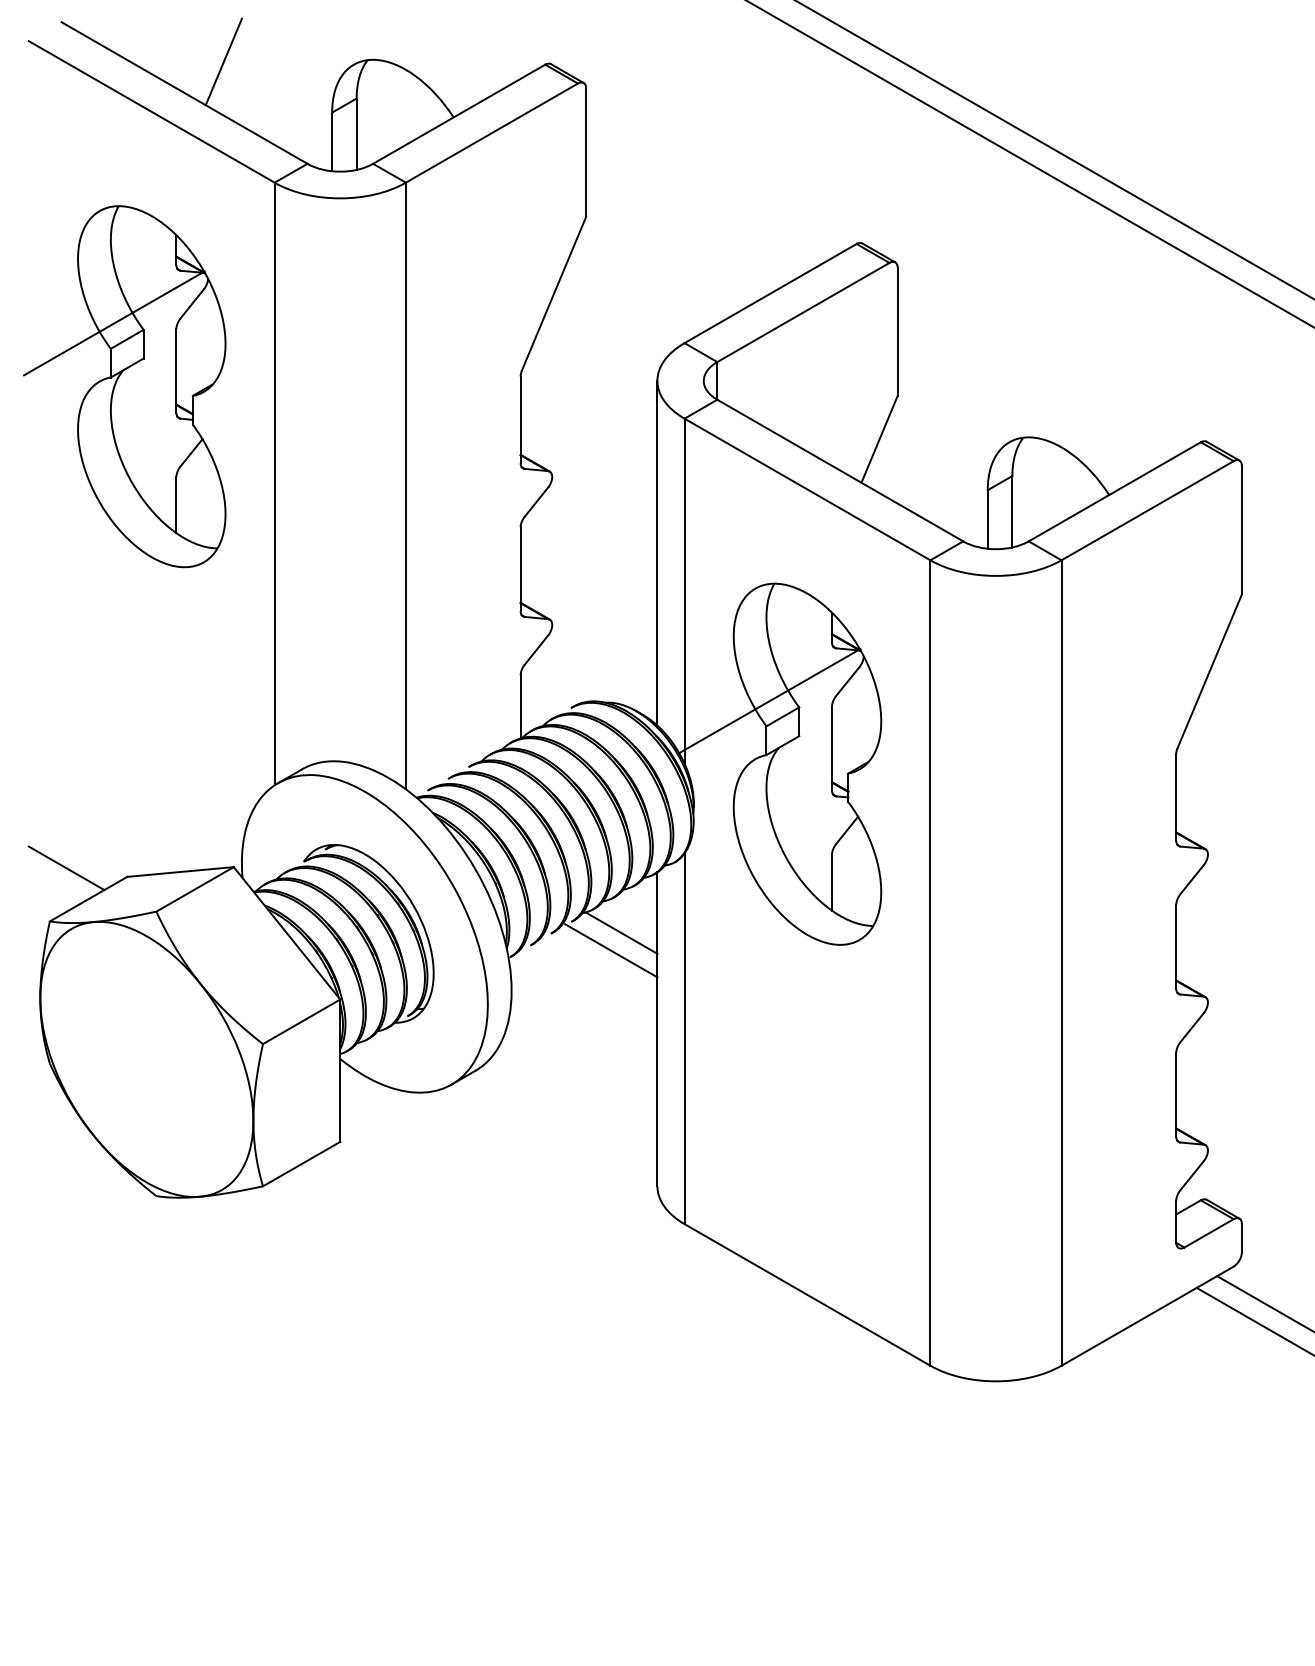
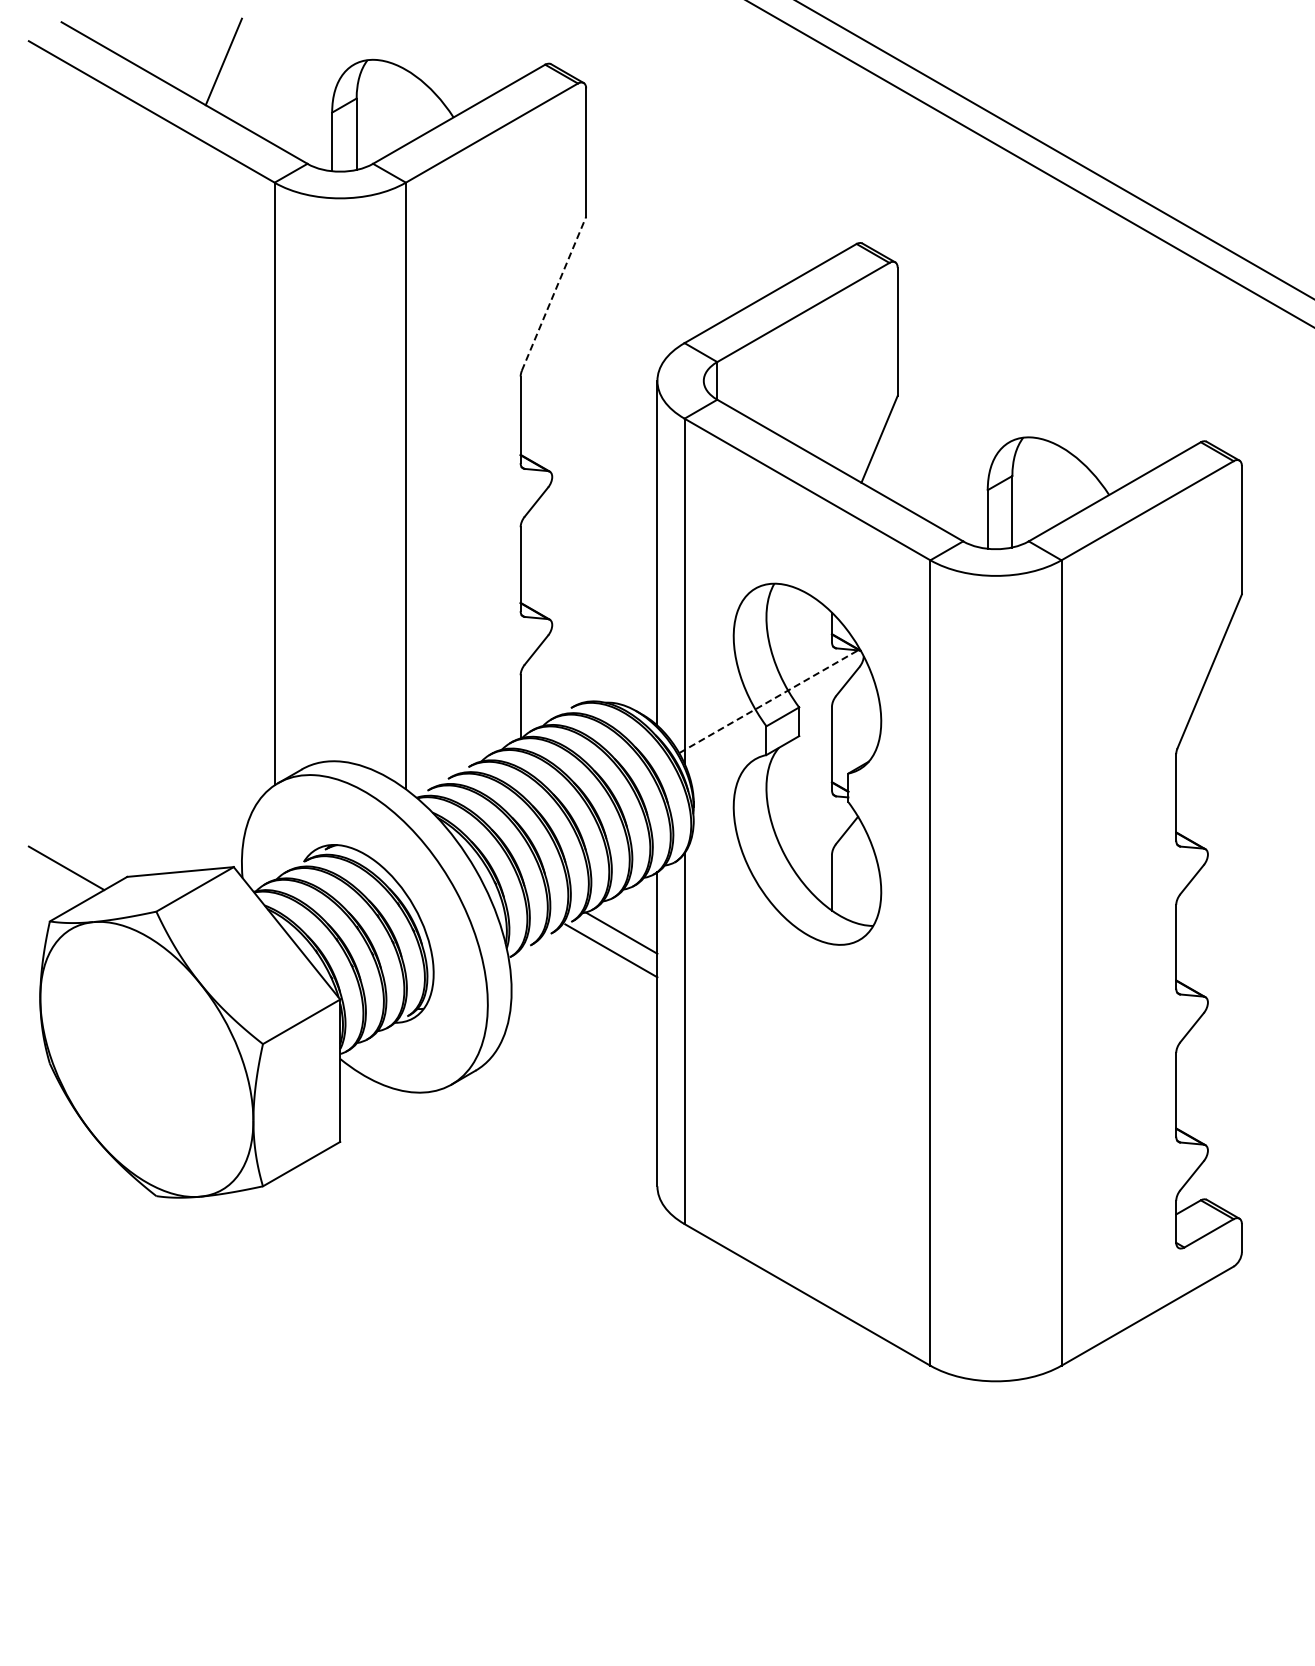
line at (554, 293): solid -> dashed
part at (124, 386): present -> none
line at (770, 700): solid -> dashed
line at (1264, 1303): present -> none
line at (1253, 1320): present -> none
